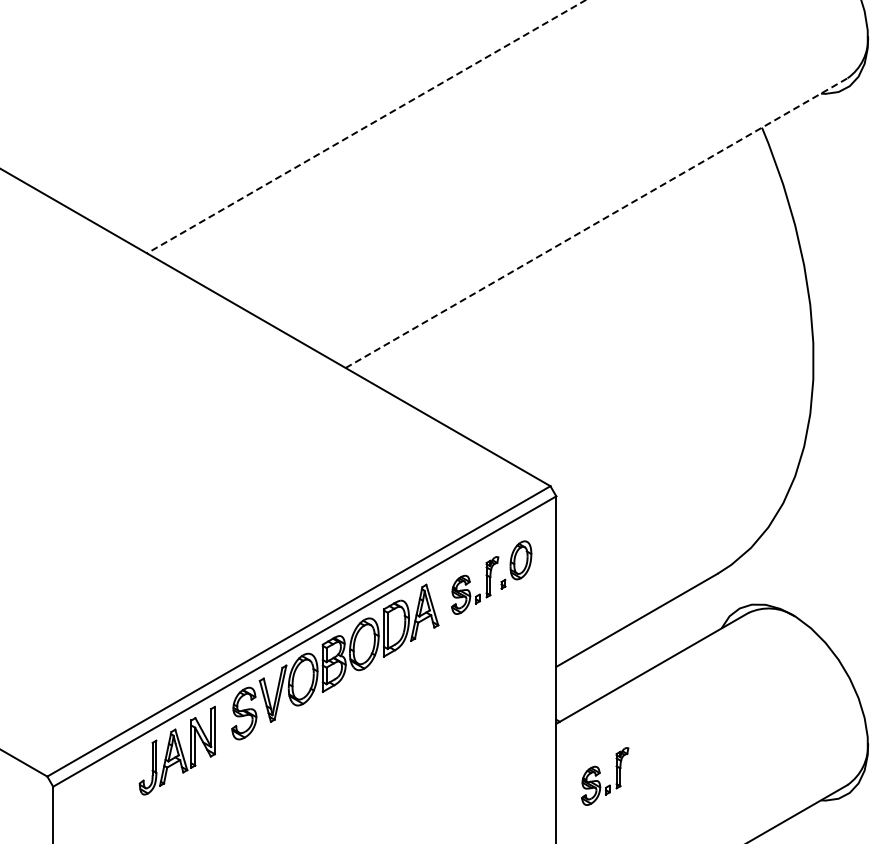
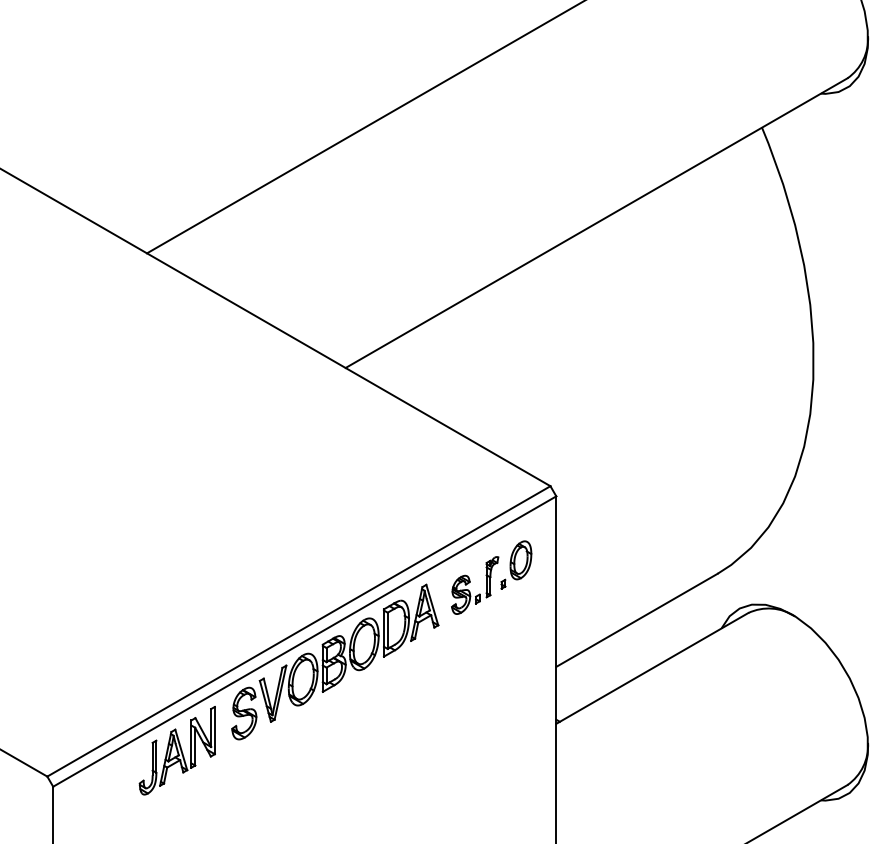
line at (365, 127): dashed -> solid
line at (596, 223): dashed -> solid
part at (605, 776): present -> none
